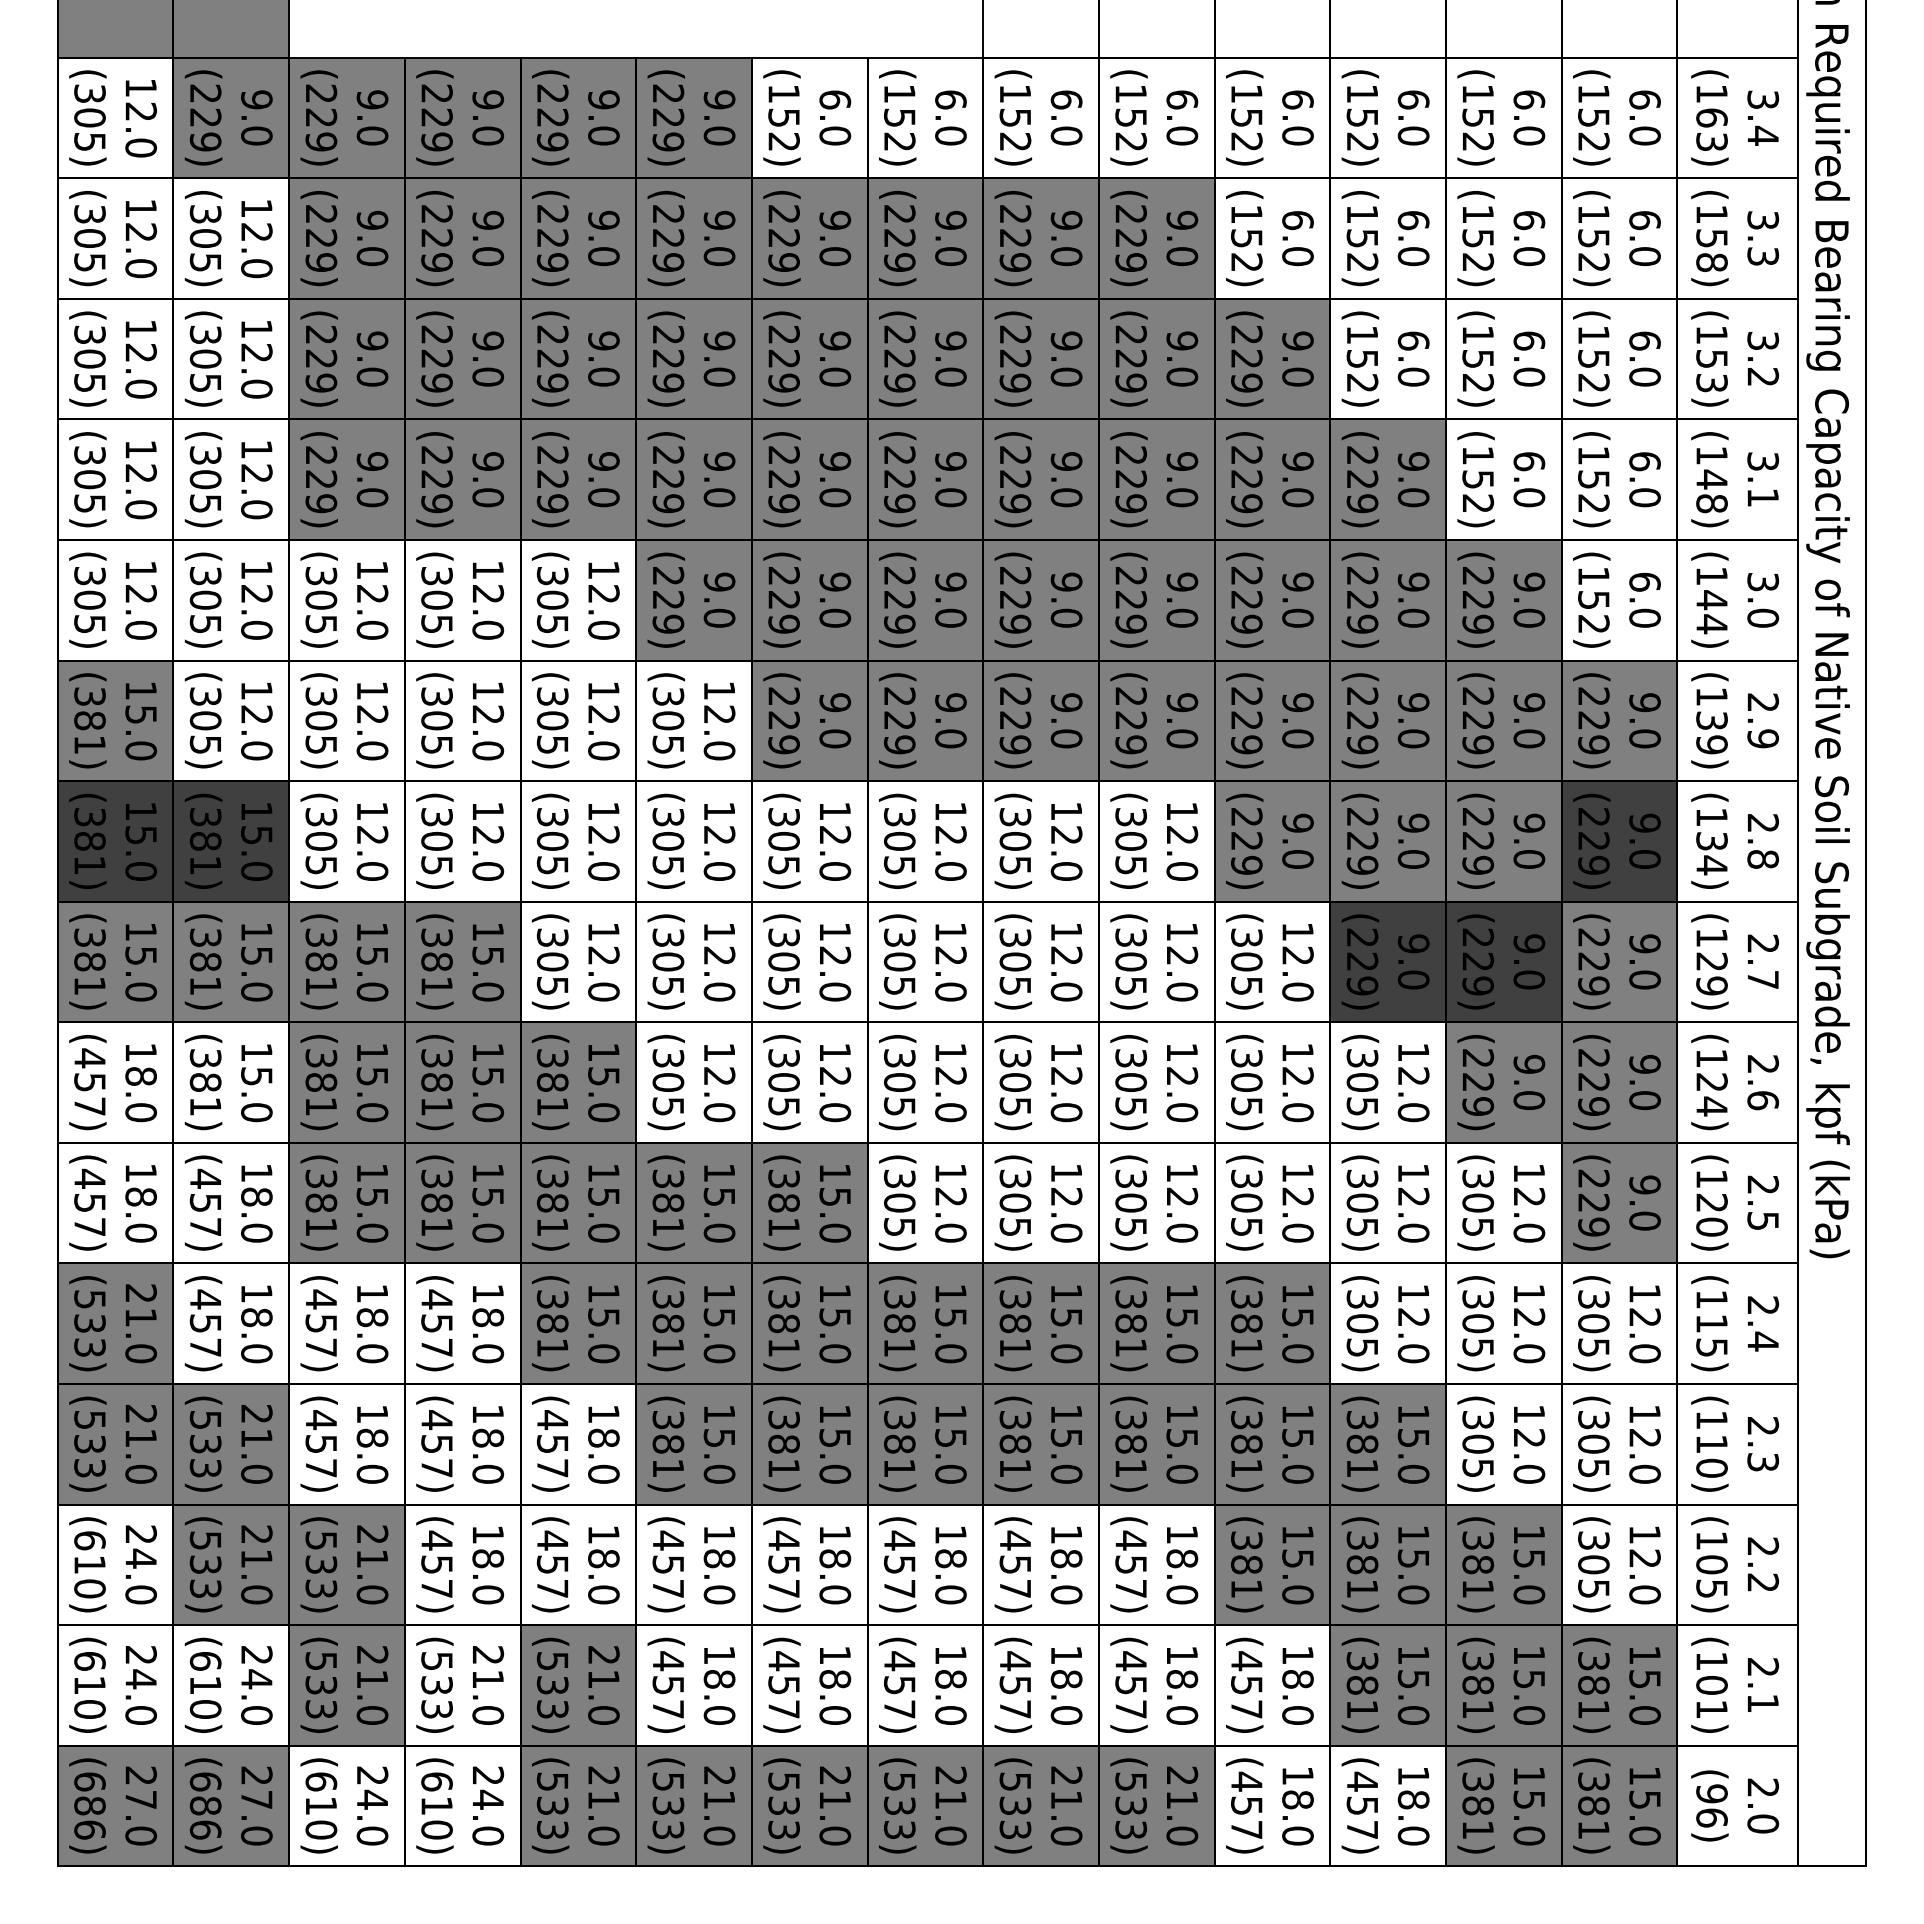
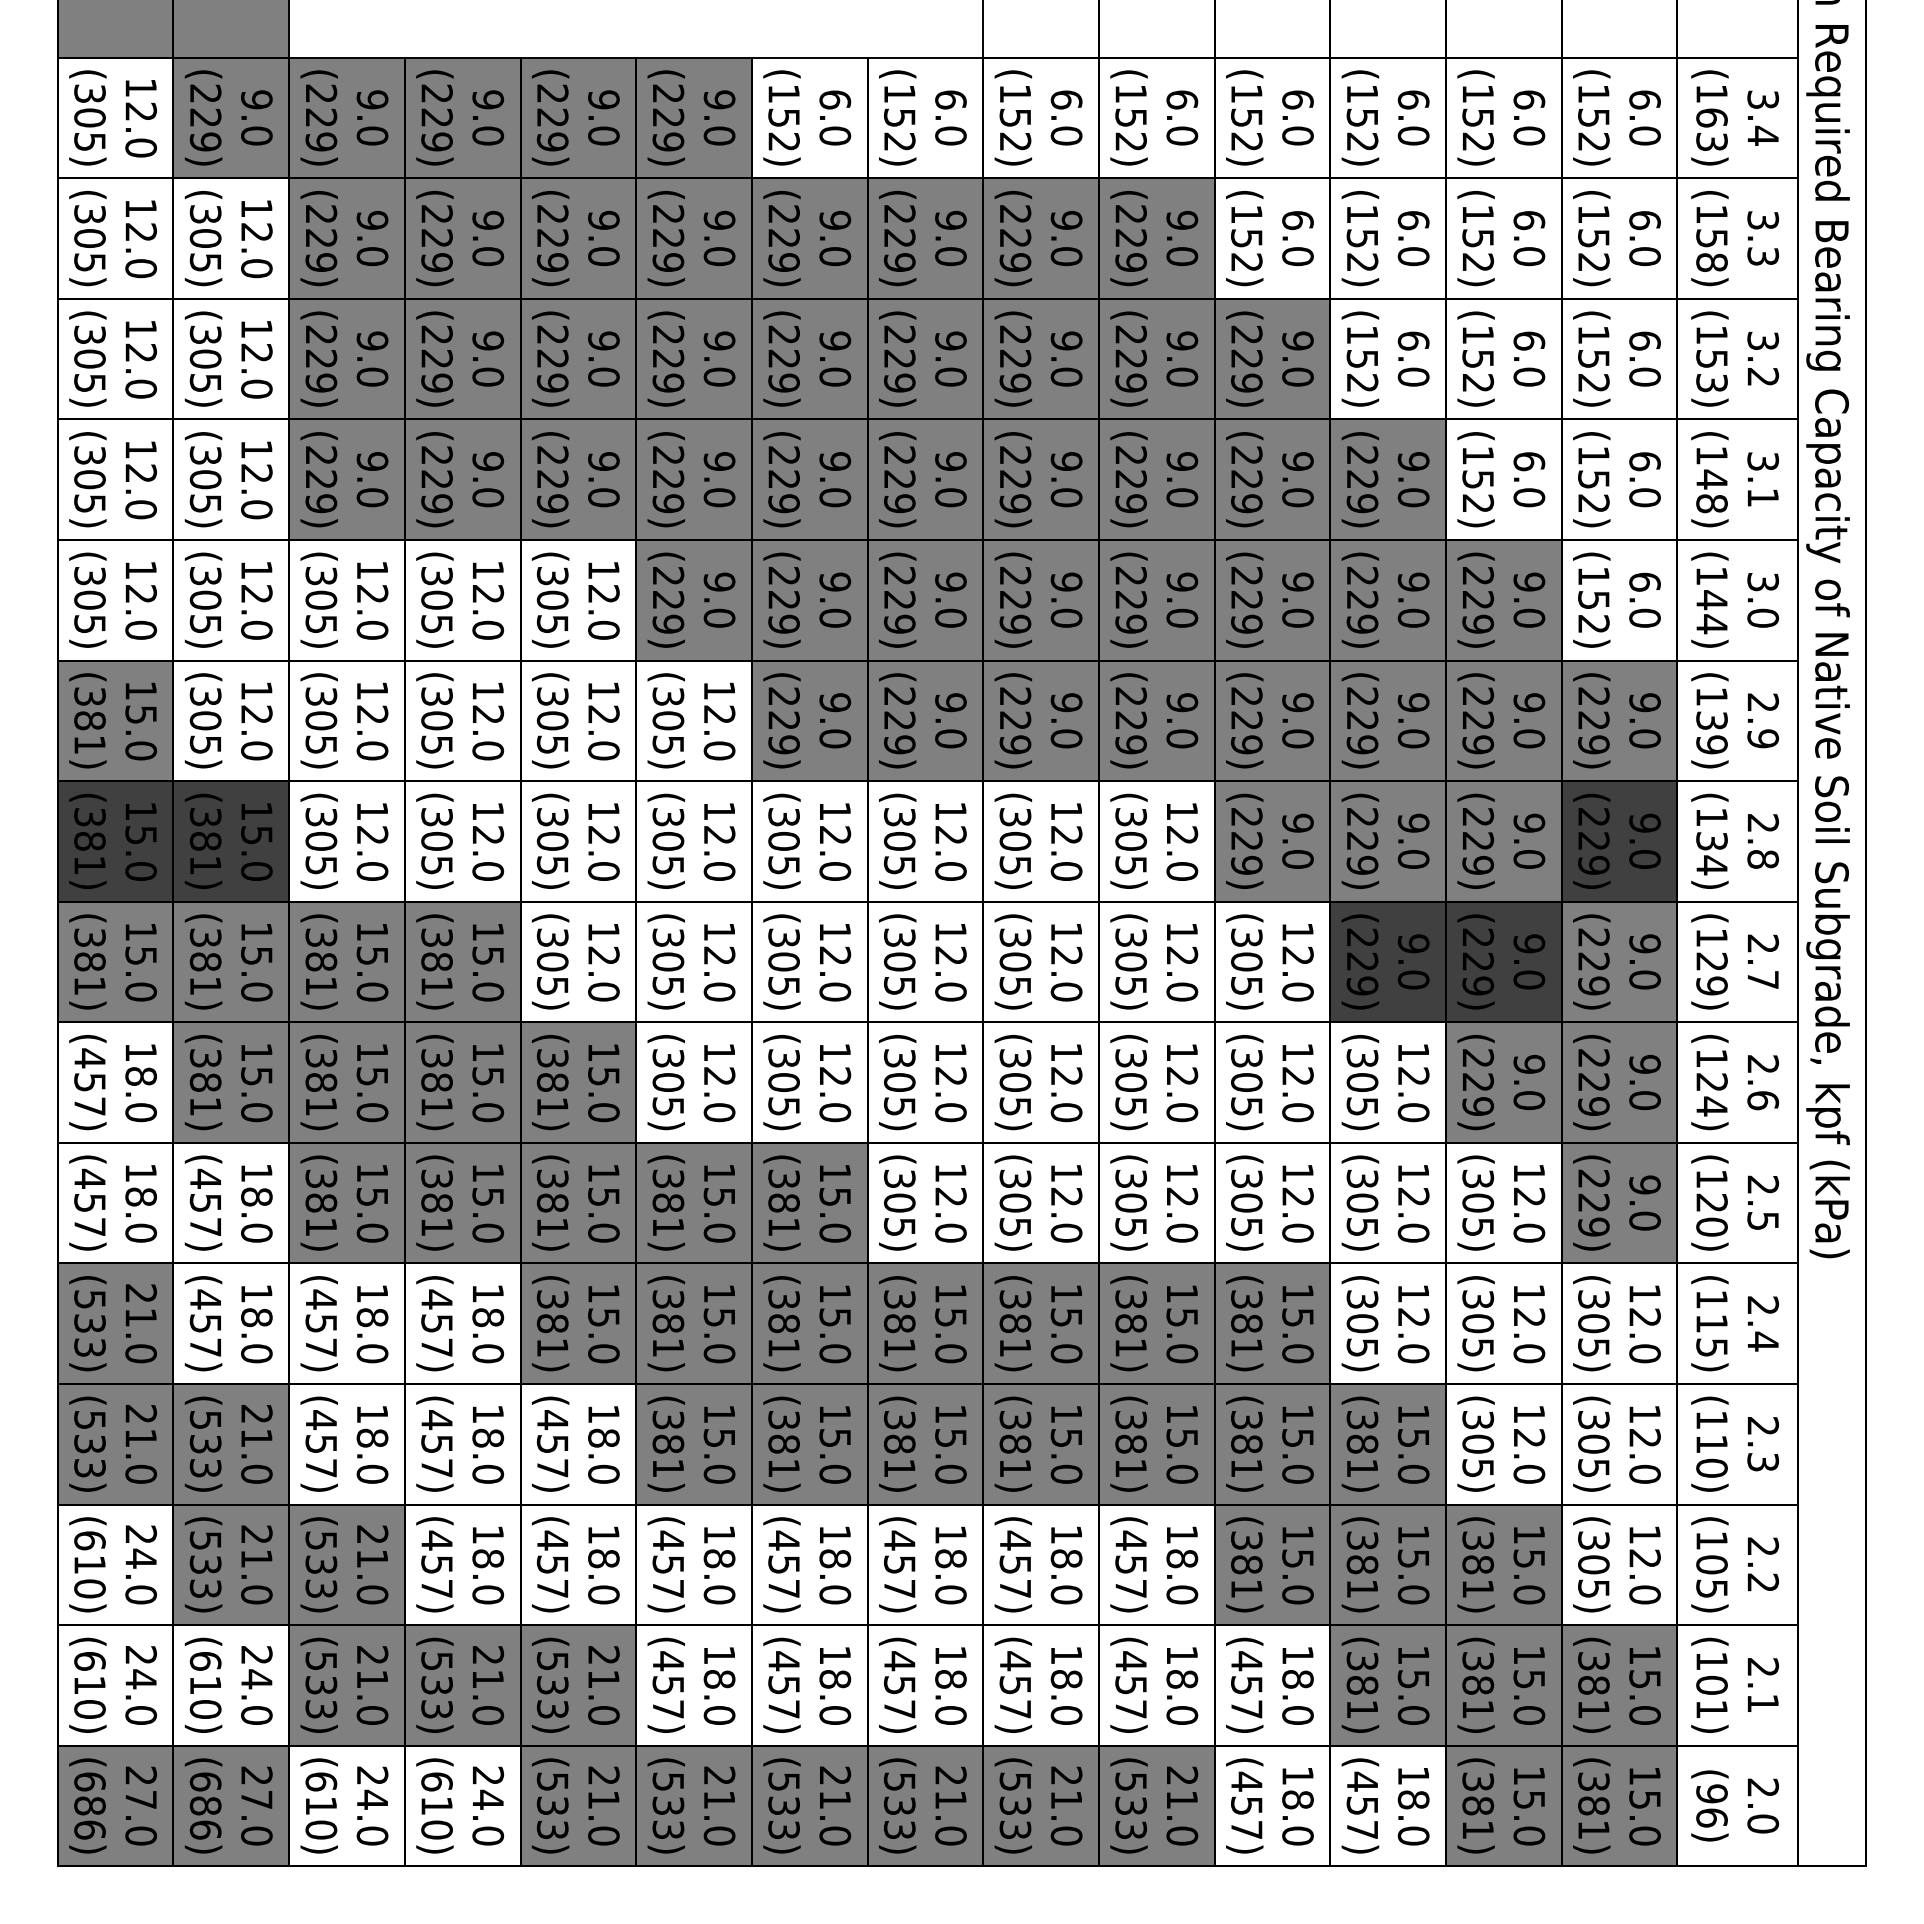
fill at (231, 1082): none -> present
fill at (462, 1685): none -> present
